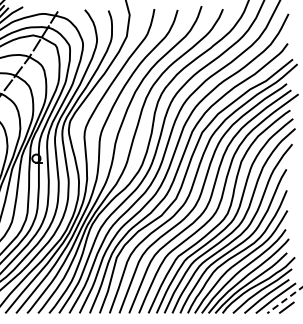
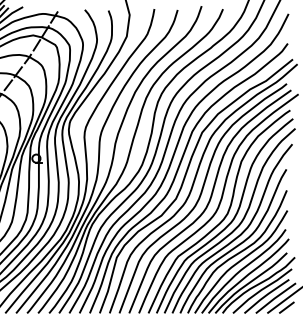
line at (284, 300): dashed -> solid
